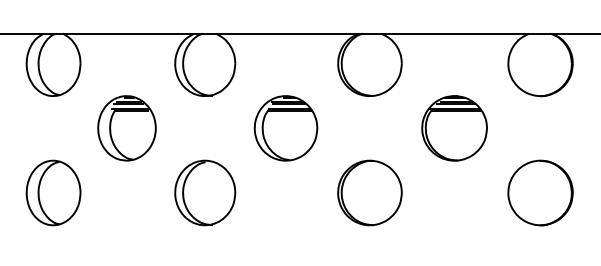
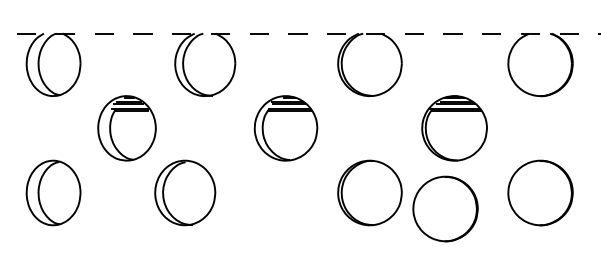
line at (300, 33): solid -> dashed
part at (205, 192) position: (205, 192) -> (185, 192)
part at (445, 208): none -> present
